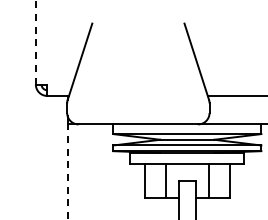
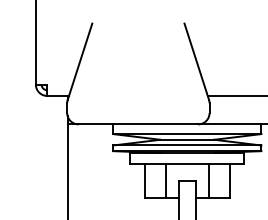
line at (35, 42): dashed -> solid
line at (67, 171): dashed -> solid
